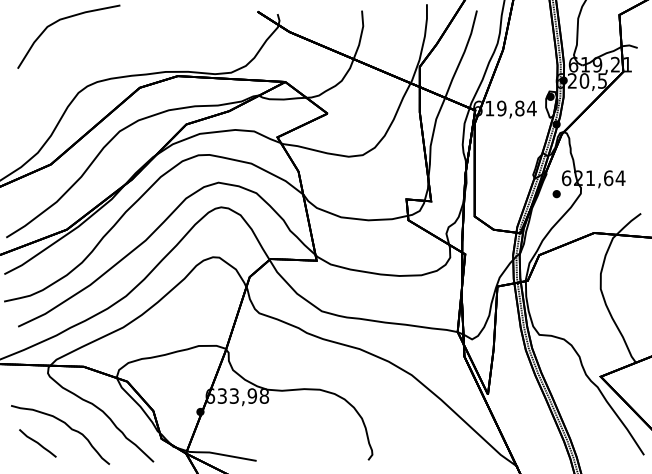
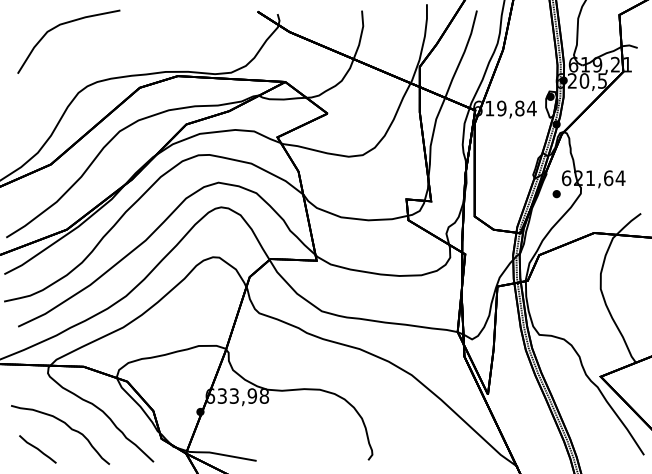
part at (64, 19) position: (64, 19) -> (64, 24)
curve at (37, 443) position: (37, 443) -> (37, 449)
